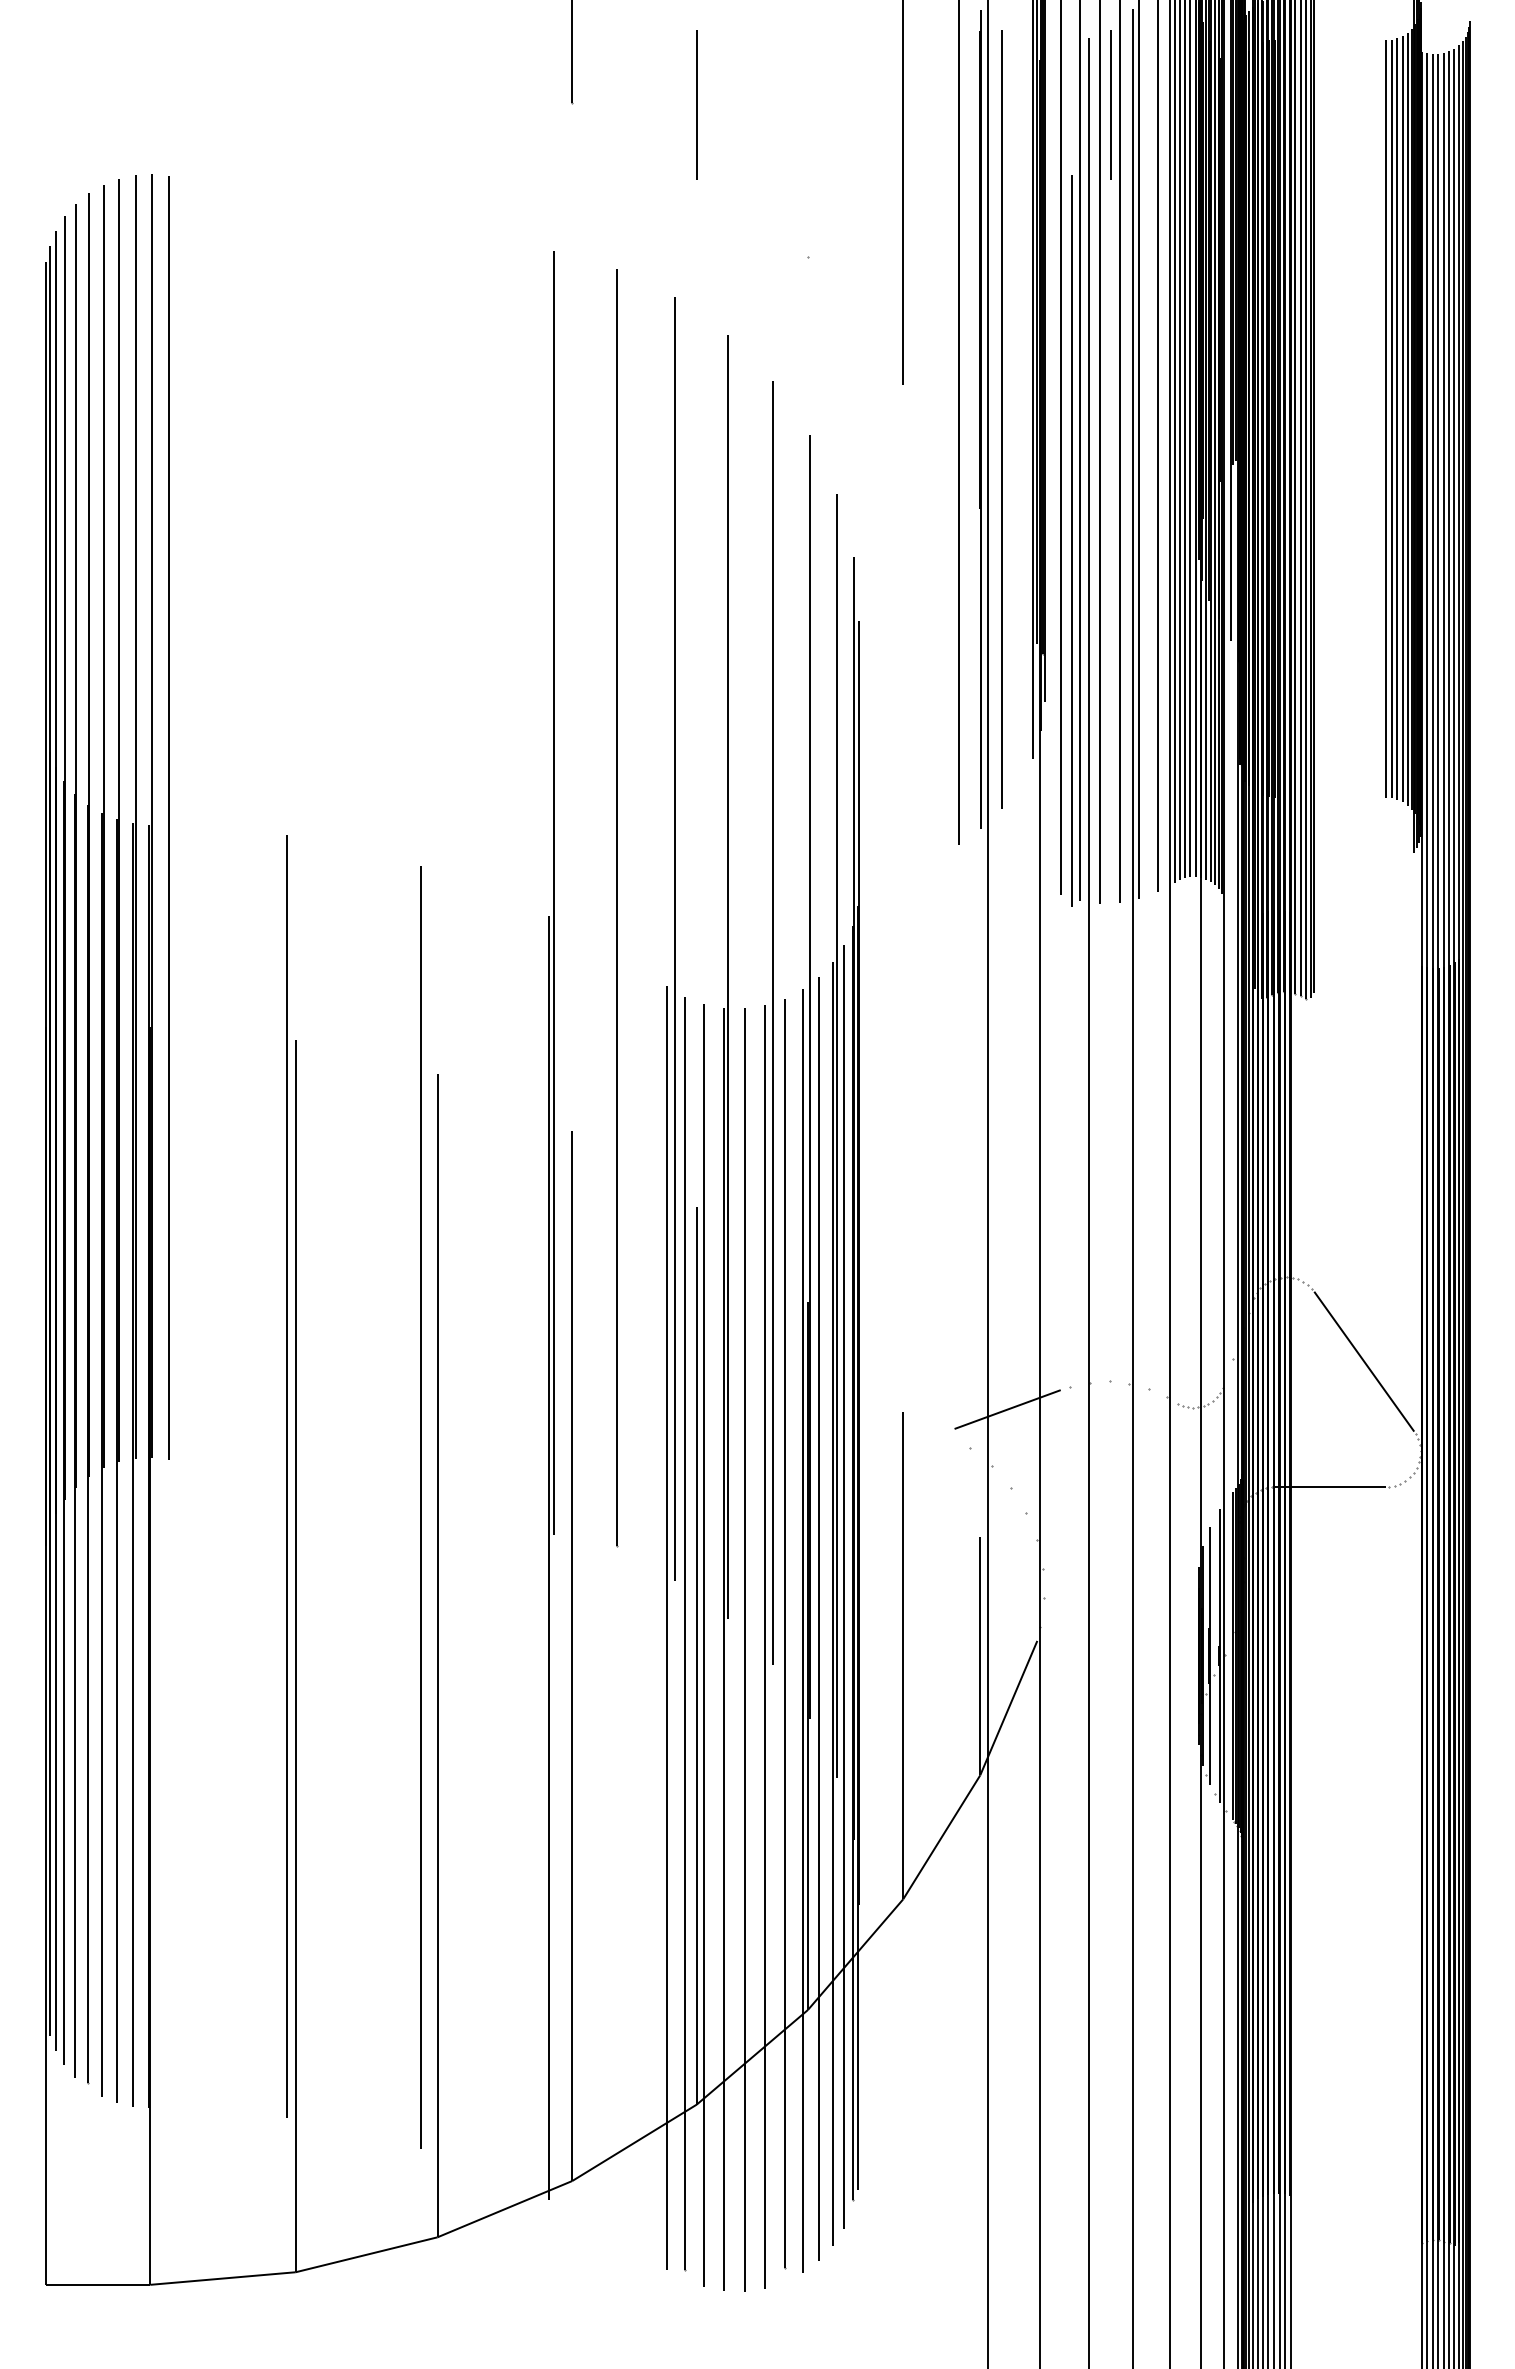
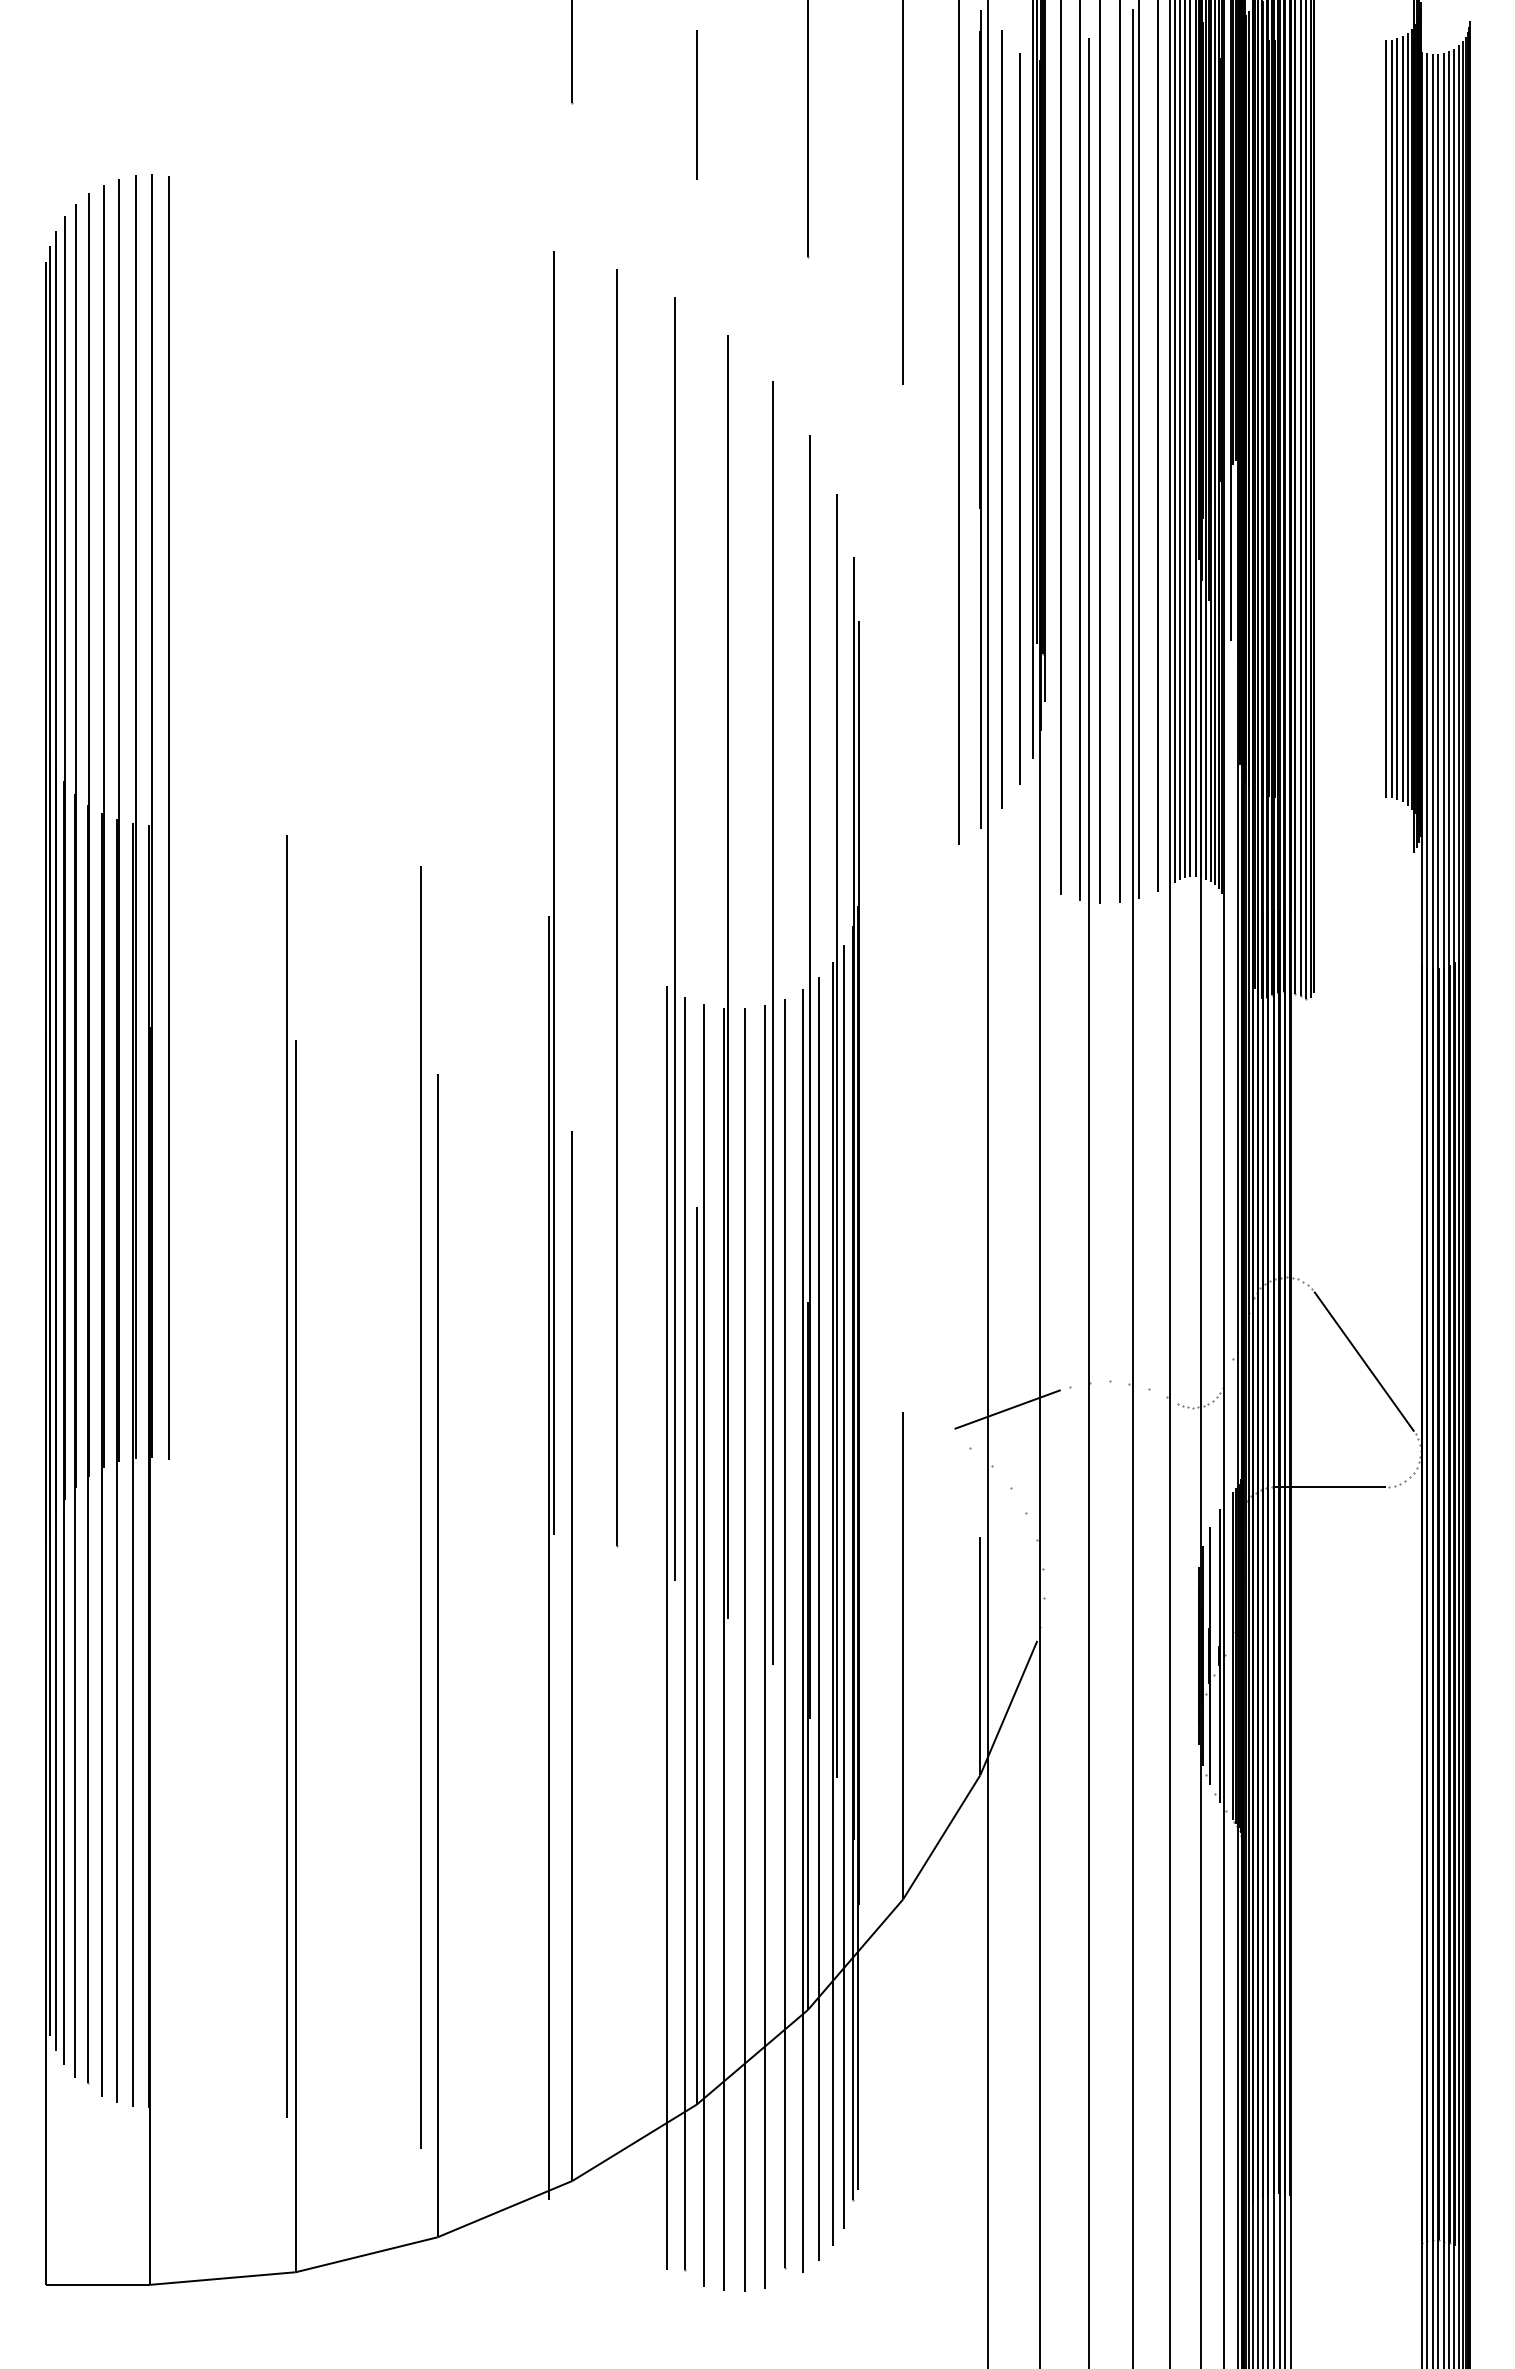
line at (1110, 104): present -> none
line at (807, 129): none -> present
line at (1071, 540) position: (1071, 540) -> (1019, 418)
